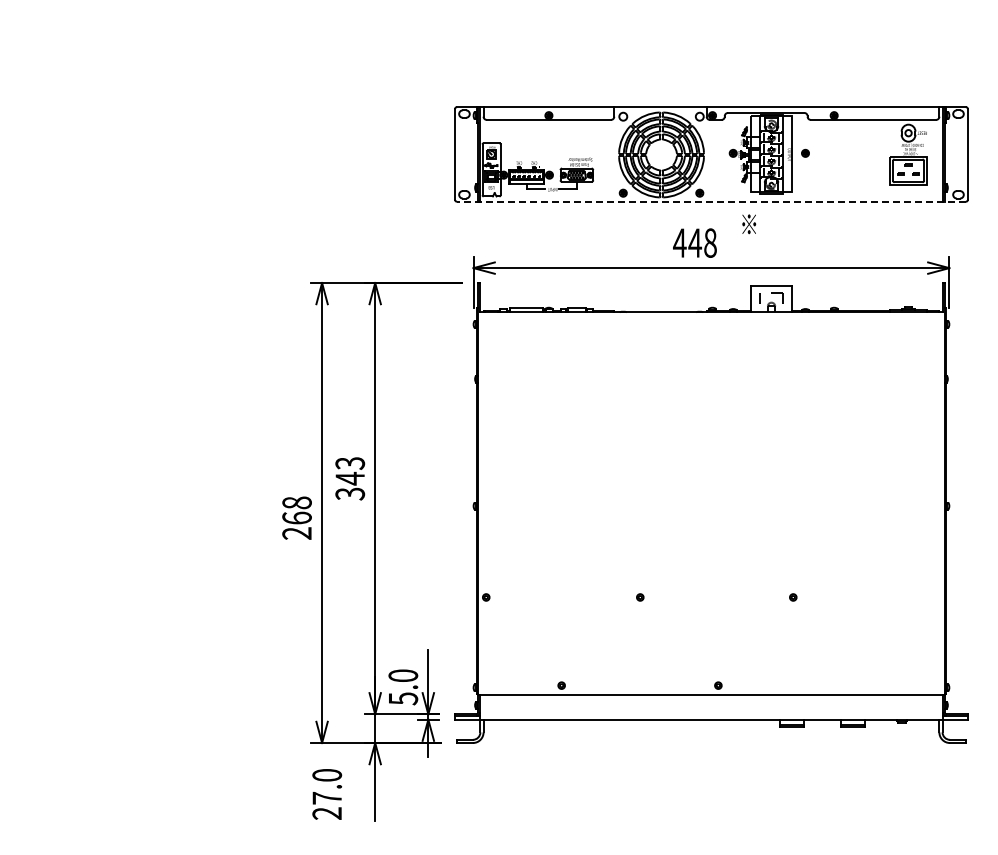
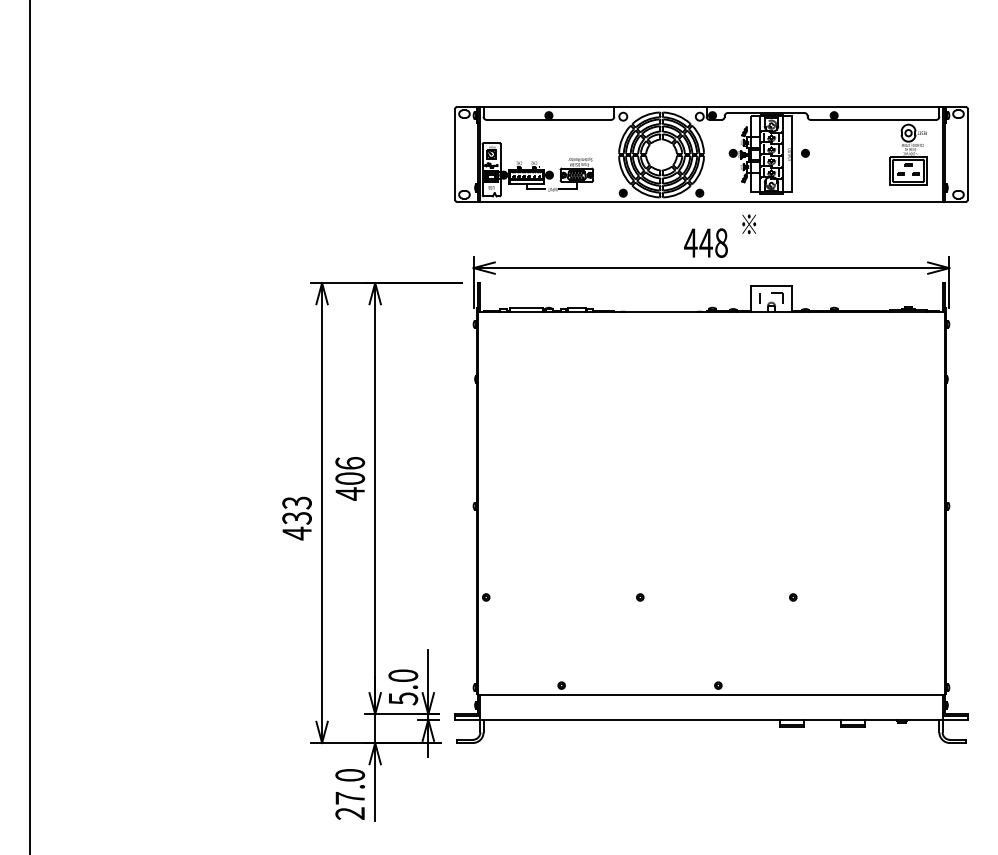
line at (710, 201): dashed -> solid
text at (694, 242) position: (694, 242) -> (705, 242)
line at (29, 426): none -> present
text at (350, 478): 343 -> 406
text at (296, 518): 268 -> 433
text at (327, 794) position: (327, 794) -> (350, 794)
